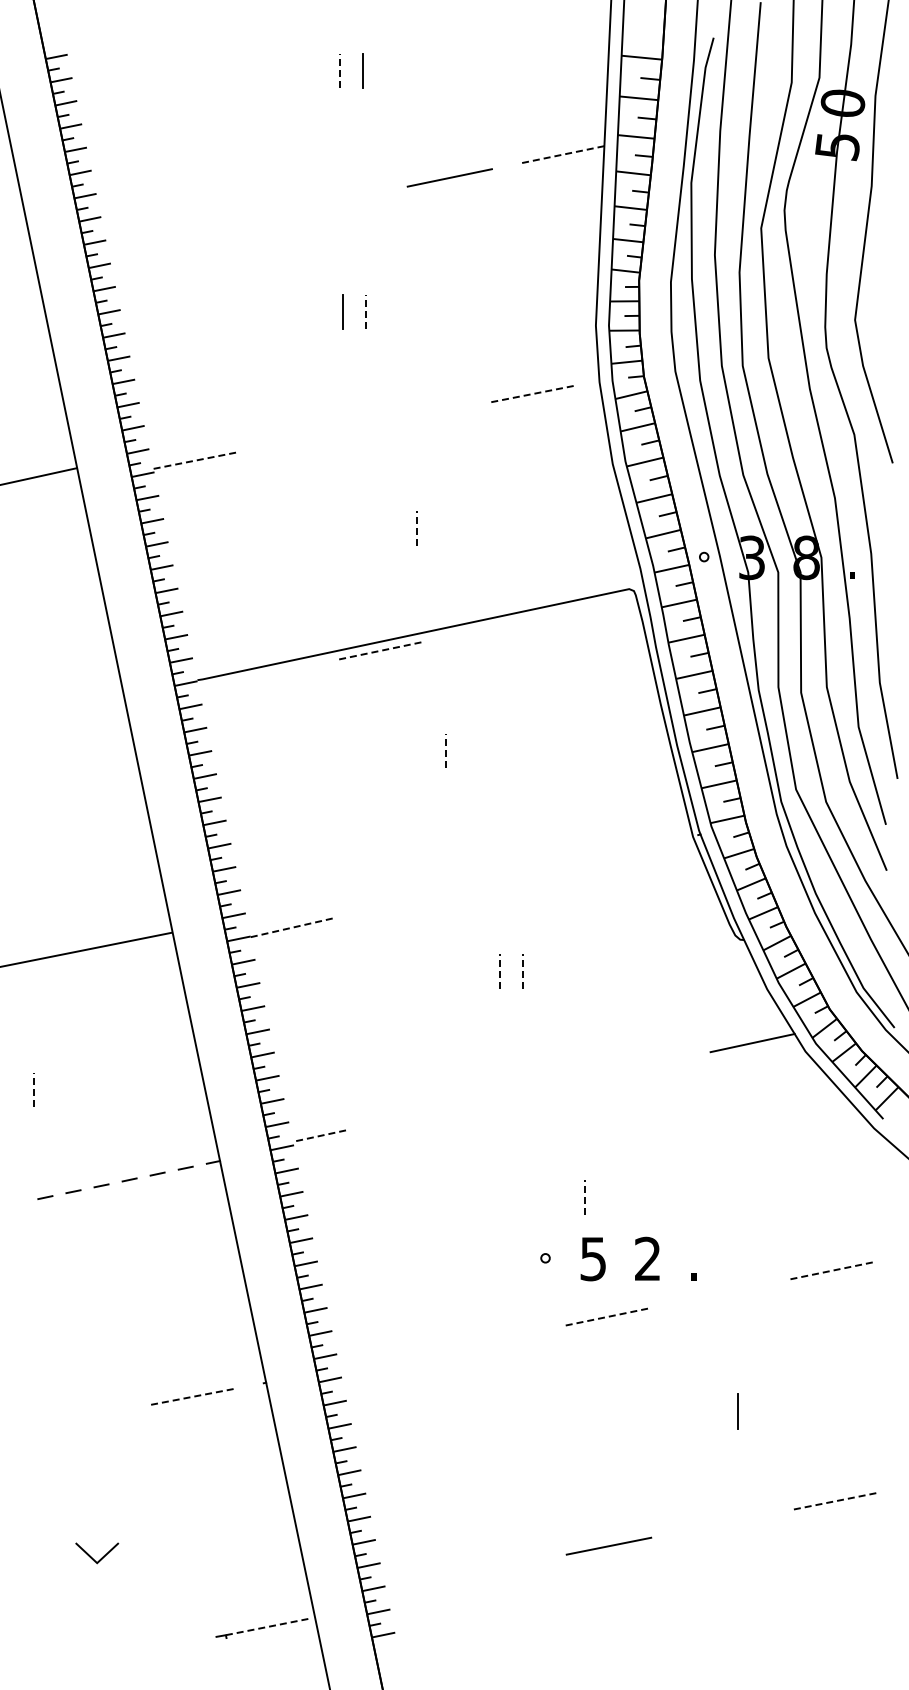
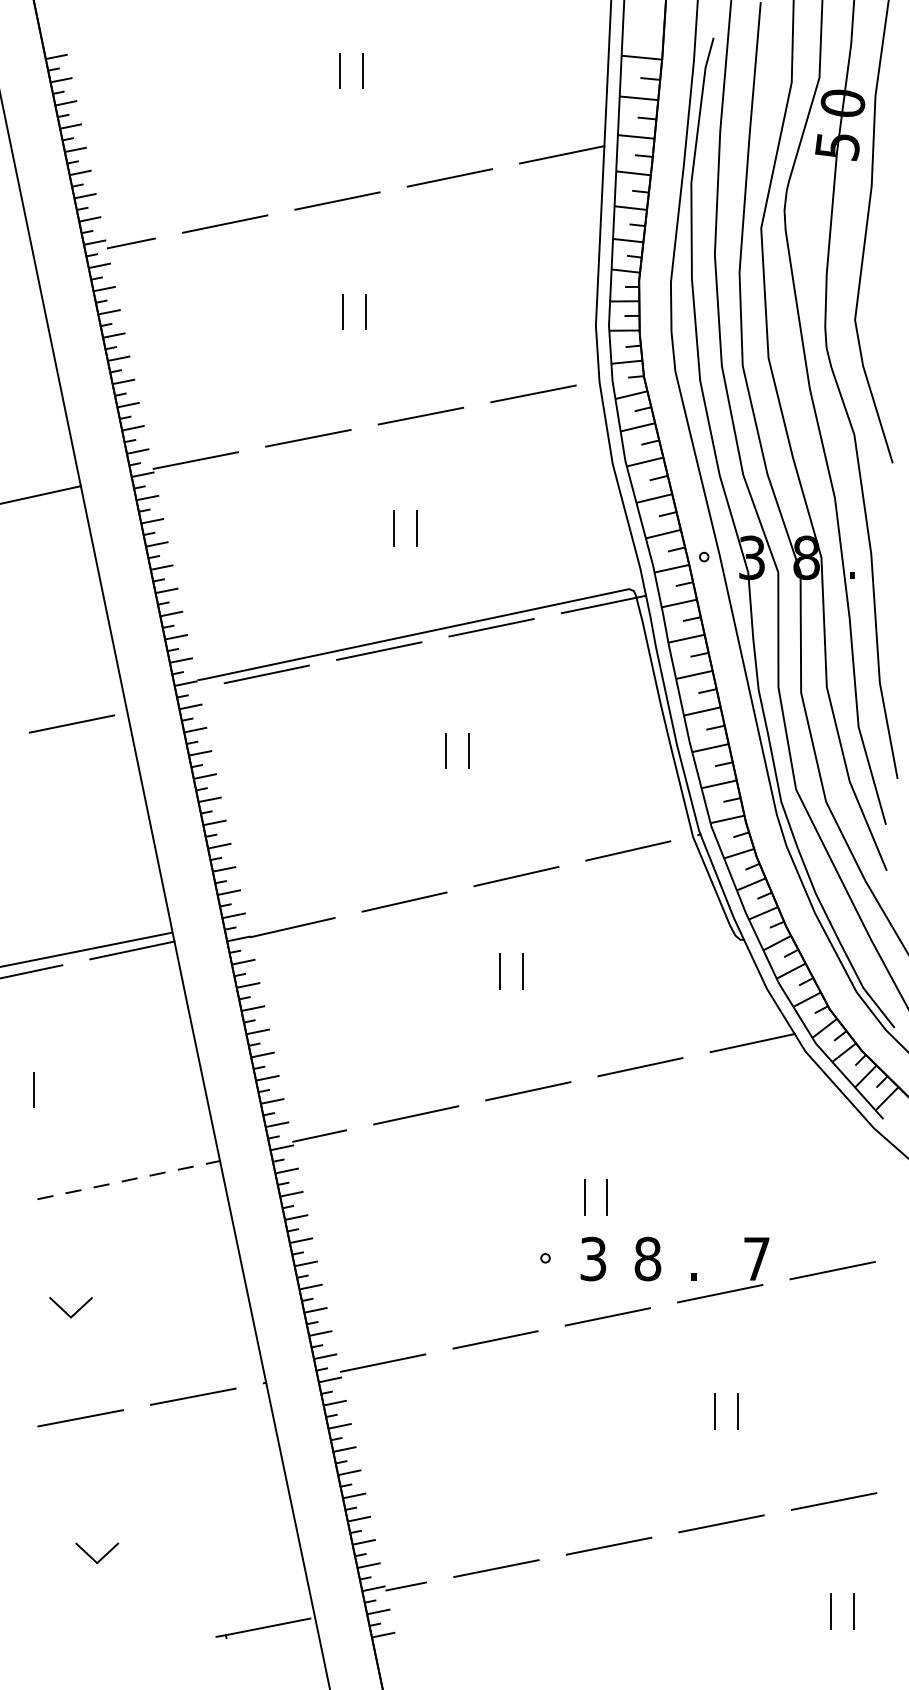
line at (339, 70): dashed -> solid
line at (561, 154): dashed -> solid
line at (337, 200): none -> present
line at (225, 223): none -> present
line at (130, 243): none -> present
line at (365, 311): dashed -> solid
line at (533, 393): dashed -> solid
line at (420, 415): none -> present
line at (308, 437): none -> present
line at (196, 460): dashed -> solid
line at (39, 476) position: (39, 476) -> (41, 494)
line at (394, 528): none -> present
line at (417, 528): dashed -> solid
line at (603, 604): none -> present
line at (491, 627): none -> present
line at (378, 651): dashed -> solid
line at (266, 674): none -> present
line at (71, 723): none -> present
line at (446, 750): dashed -> solid
line at (469, 750): none -> present
line at (628, 850): none -> present
line at (516, 876): none -> present
line at (404, 901): none -> present
line at (293, 927): dashed -> solid
line at (132, 950): none -> present
line at (32, 971): none -> present
line at (499, 971): dashed -> solid
line at (522, 971): dashed -> solid
line at (640, 1067): none -> present
line at (33, 1089): dashed -> solid
line at (528, 1091): none -> present
line at (416, 1115): none -> present
line at (319, 1136): dashed -> solid
line at (584, 1196): dashed -> solid
line at (607, 1197): none -> present
text at (593, 1258): 5 -> 3
text at (647, 1258): 2 -> 8
line at (833, 1270): dashed -> solid
part at (729, 1290): none -> present
line at (66, 1311): none -> present
line at (608, 1316): dashed -> solid
line at (495, 1339): none -> present
line at (382, 1362): none -> present
line at (193, 1396): dashed -> solid
line at (714, 1411): none -> present
line at (80, 1418): none -> present
line at (833, 1501): dashed -> solid
line at (721, 1523): none -> present
line at (496, 1568): none -> present
line at (406, 1586): none -> present
line at (830, 1611): none -> present
line at (853, 1611): none -> present
line at (268, 1626): dashed -> solid
